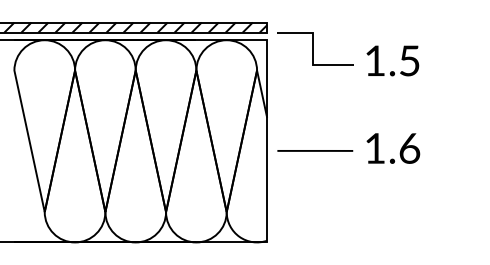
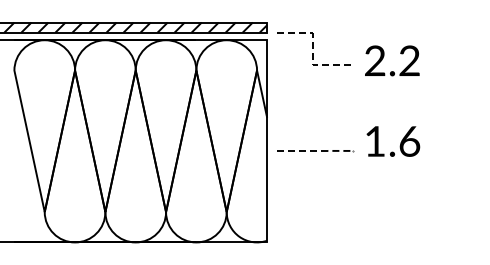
line at (312, 52): solid -> dashed
text at (392, 60): 1.5 -> 2.2
text at (393, 148) position: (393, 148) -> (393, 141)
line at (317, 150): solid -> dashed
